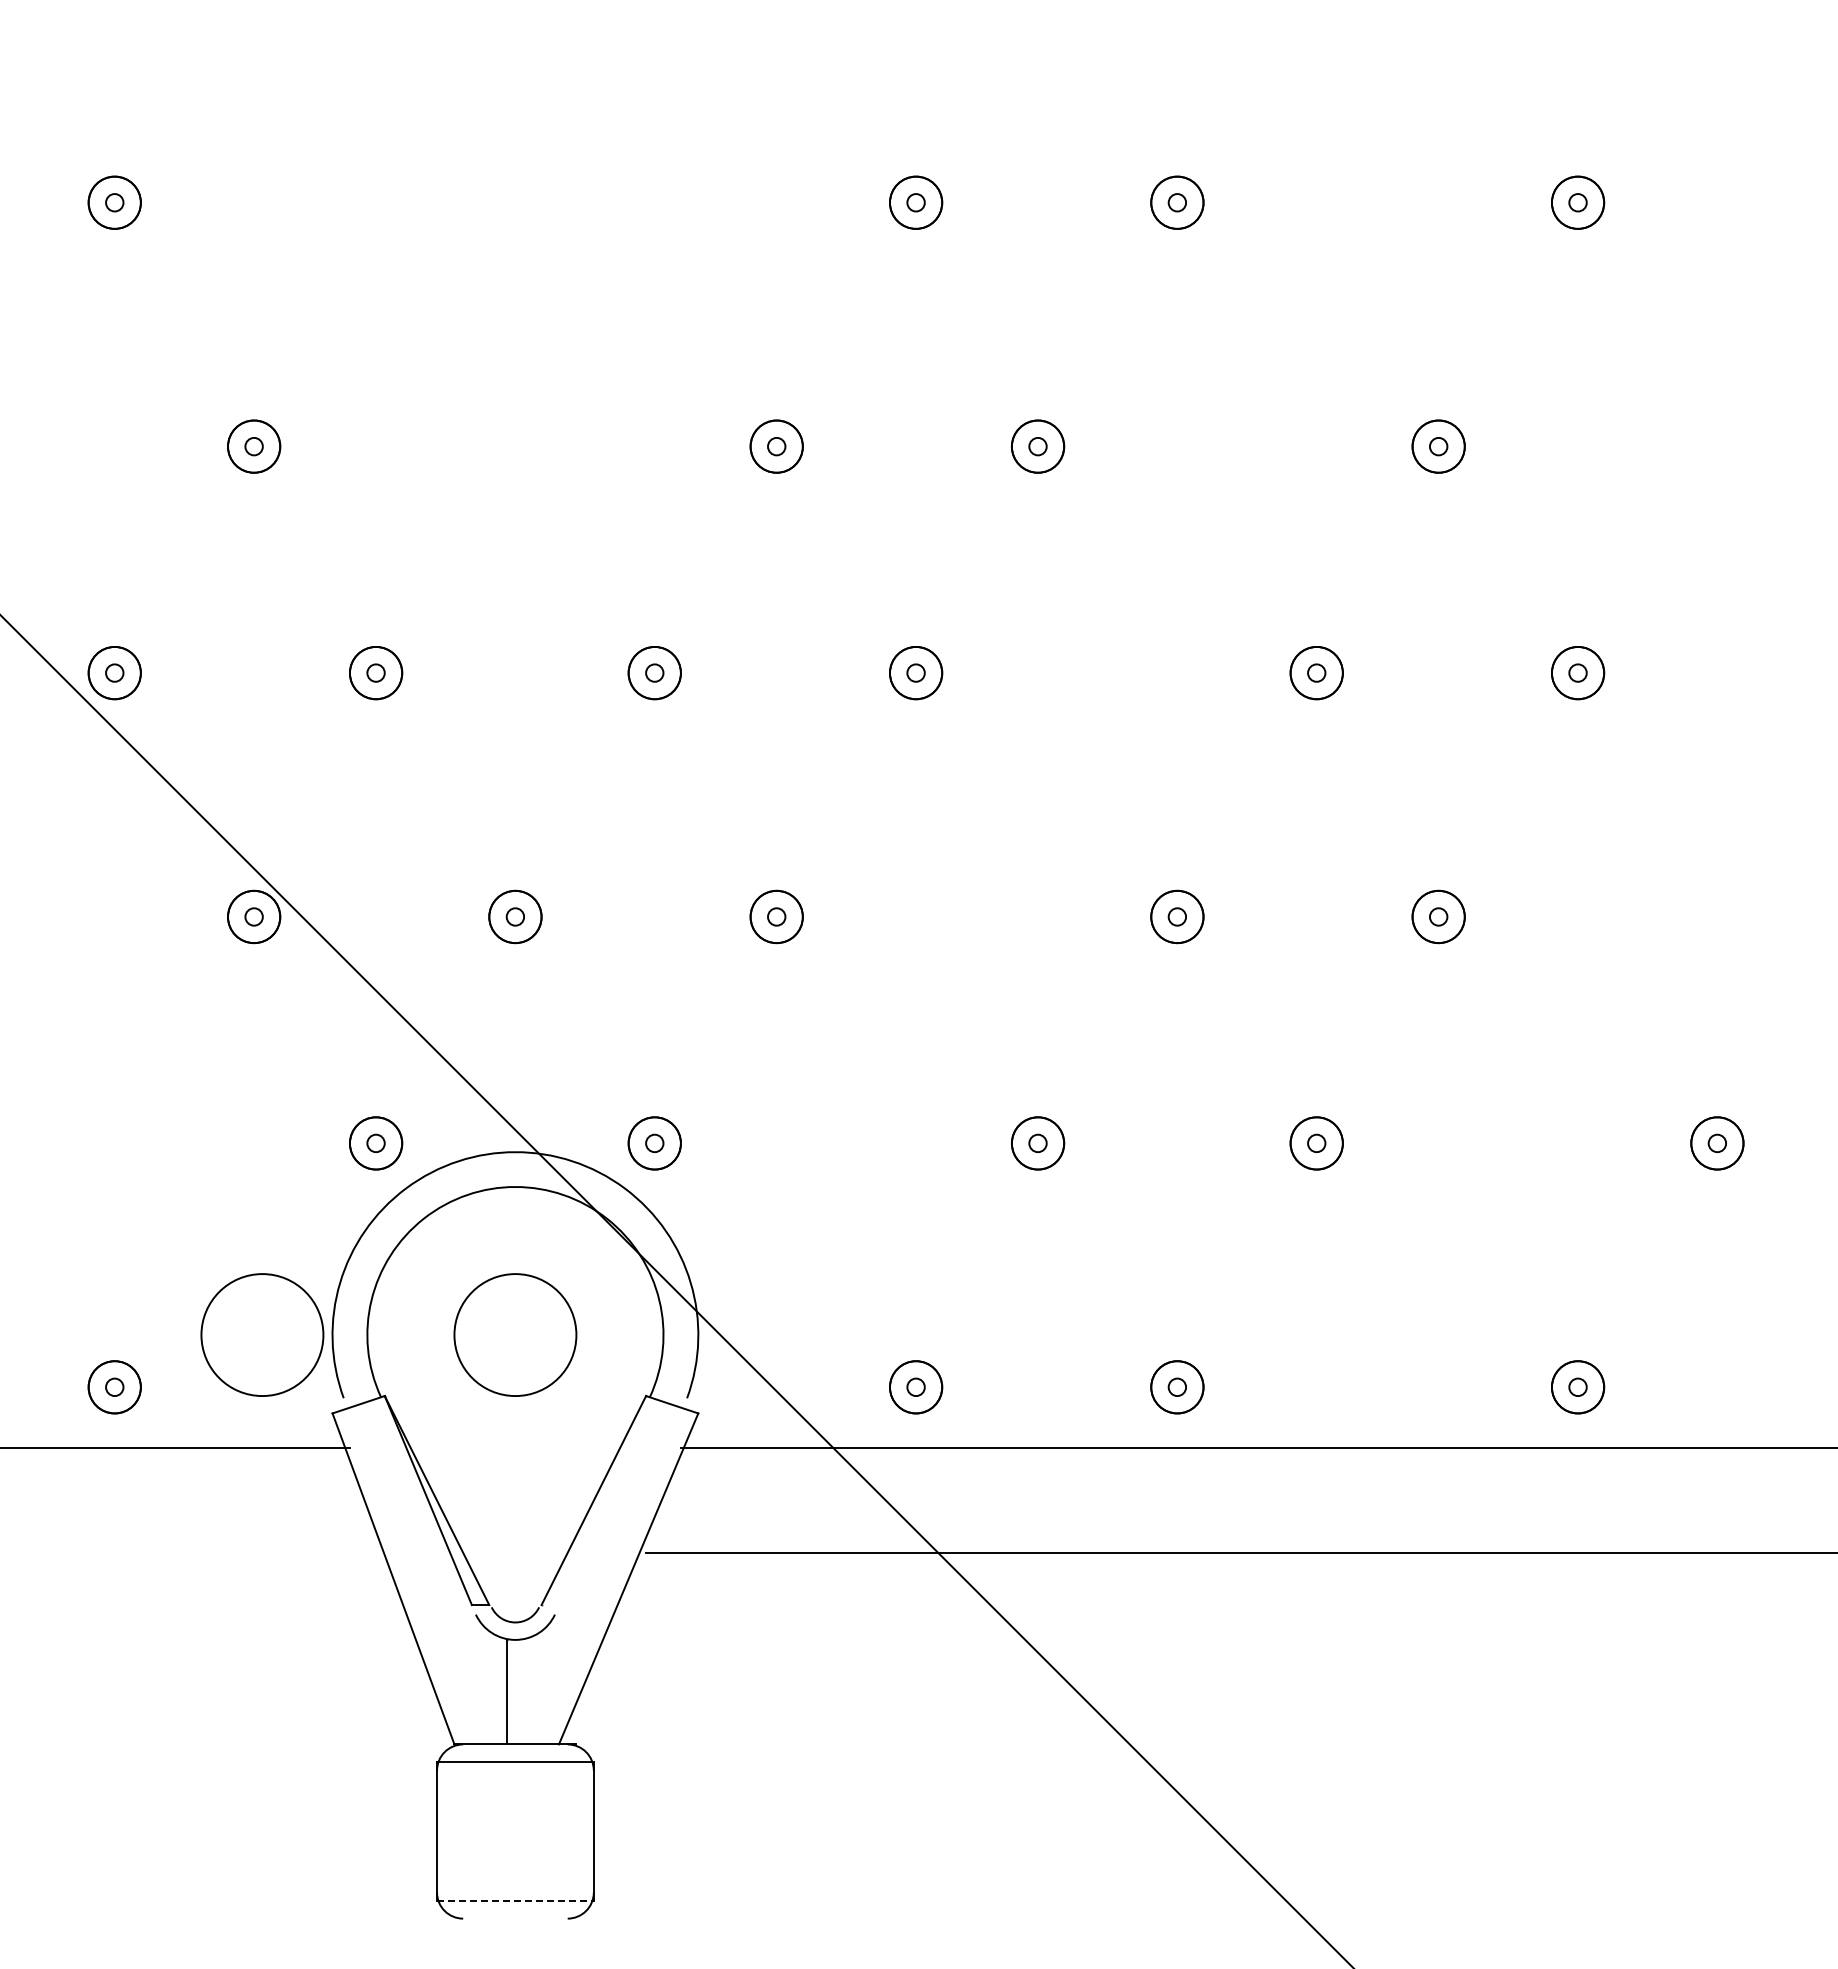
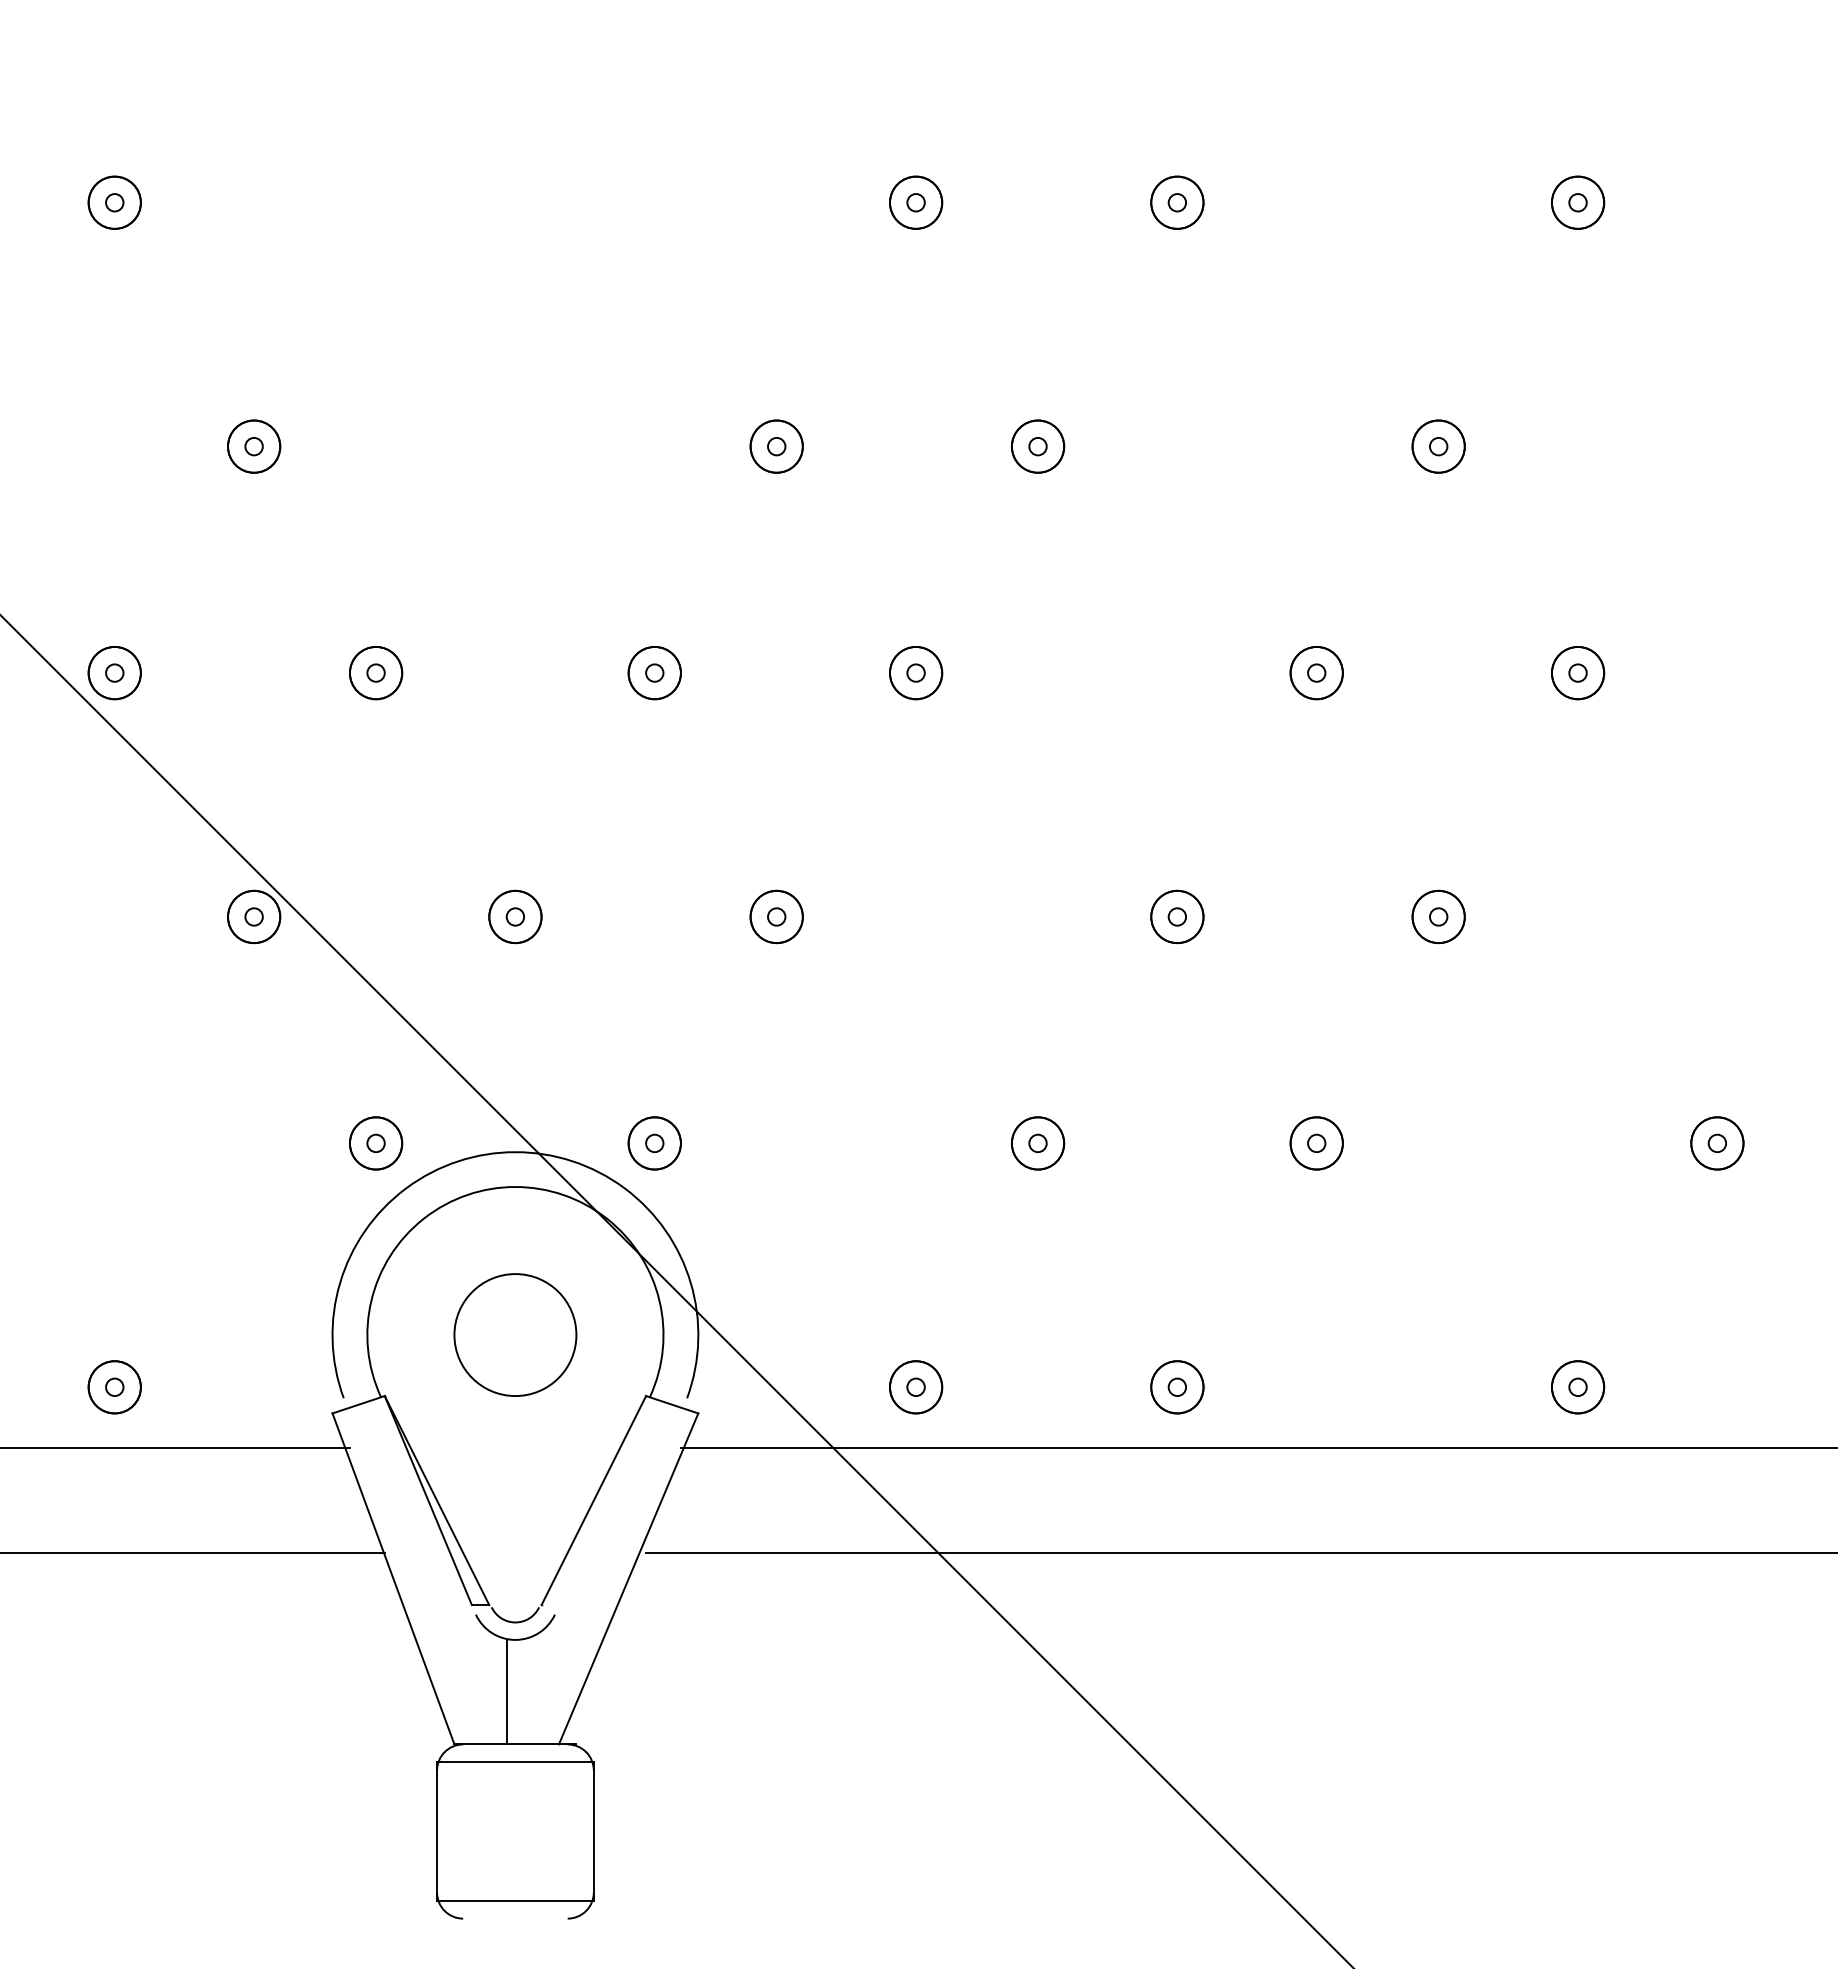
part at (262, 1334): present -> none
line at (193, 1552): none -> present
line at (515, 1901): dashed -> solid
